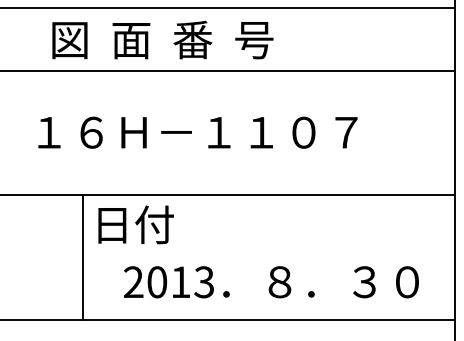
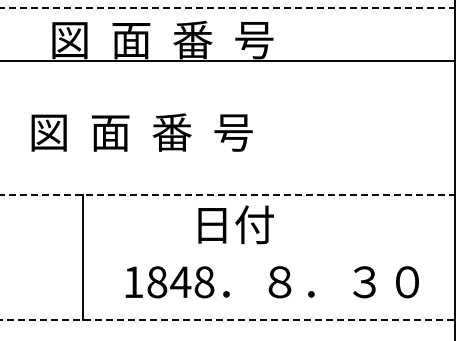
line at (228, 8): solid -> dashed
line at (228, 70) position: (228, 70) -> (228, 60)
text at (194, 132): １６Ｈ－１１０７ -> 図  面  番  号
line at (228, 195): solid -> dashed
text at (135, 224) position: (135, 224) -> (235, 224)
text at (169, 282): 2013 -> 1848
line at (228, 319): solid -> dashed
